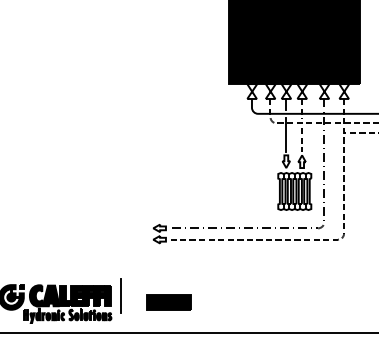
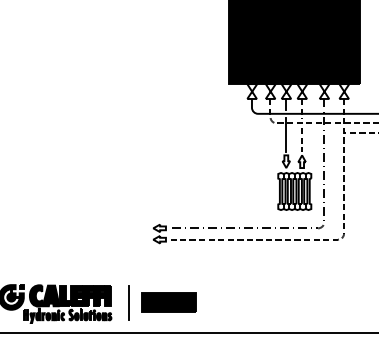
line at (120, 295) position: (120, 295) -> (128, 302)
part at (168, 302) size: 46x17 px -> 56x21 px
